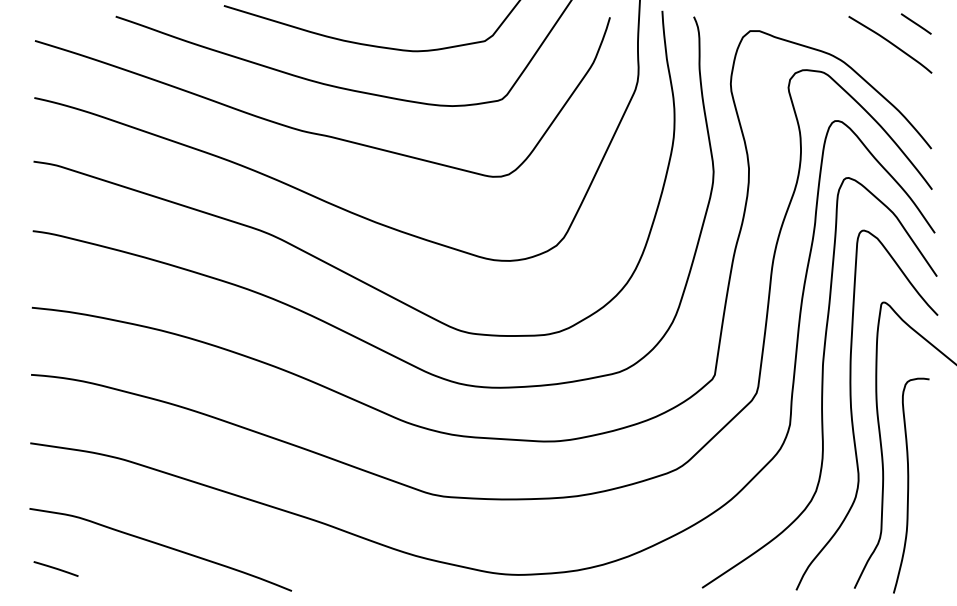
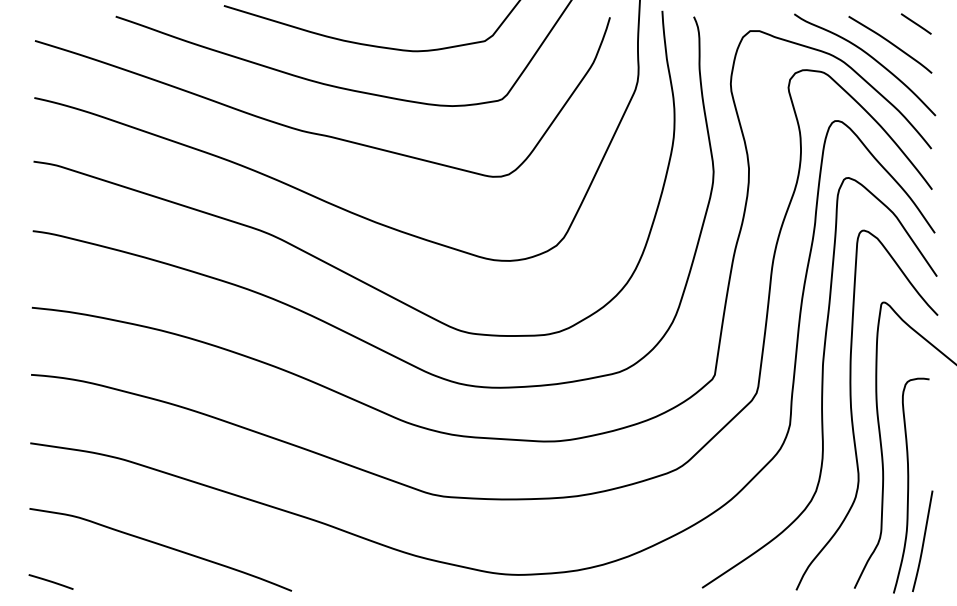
curve at (871, 58): none -> present
curve at (922, 541): none -> present
line at (55, 568) position: (55, 568) -> (50, 581)
